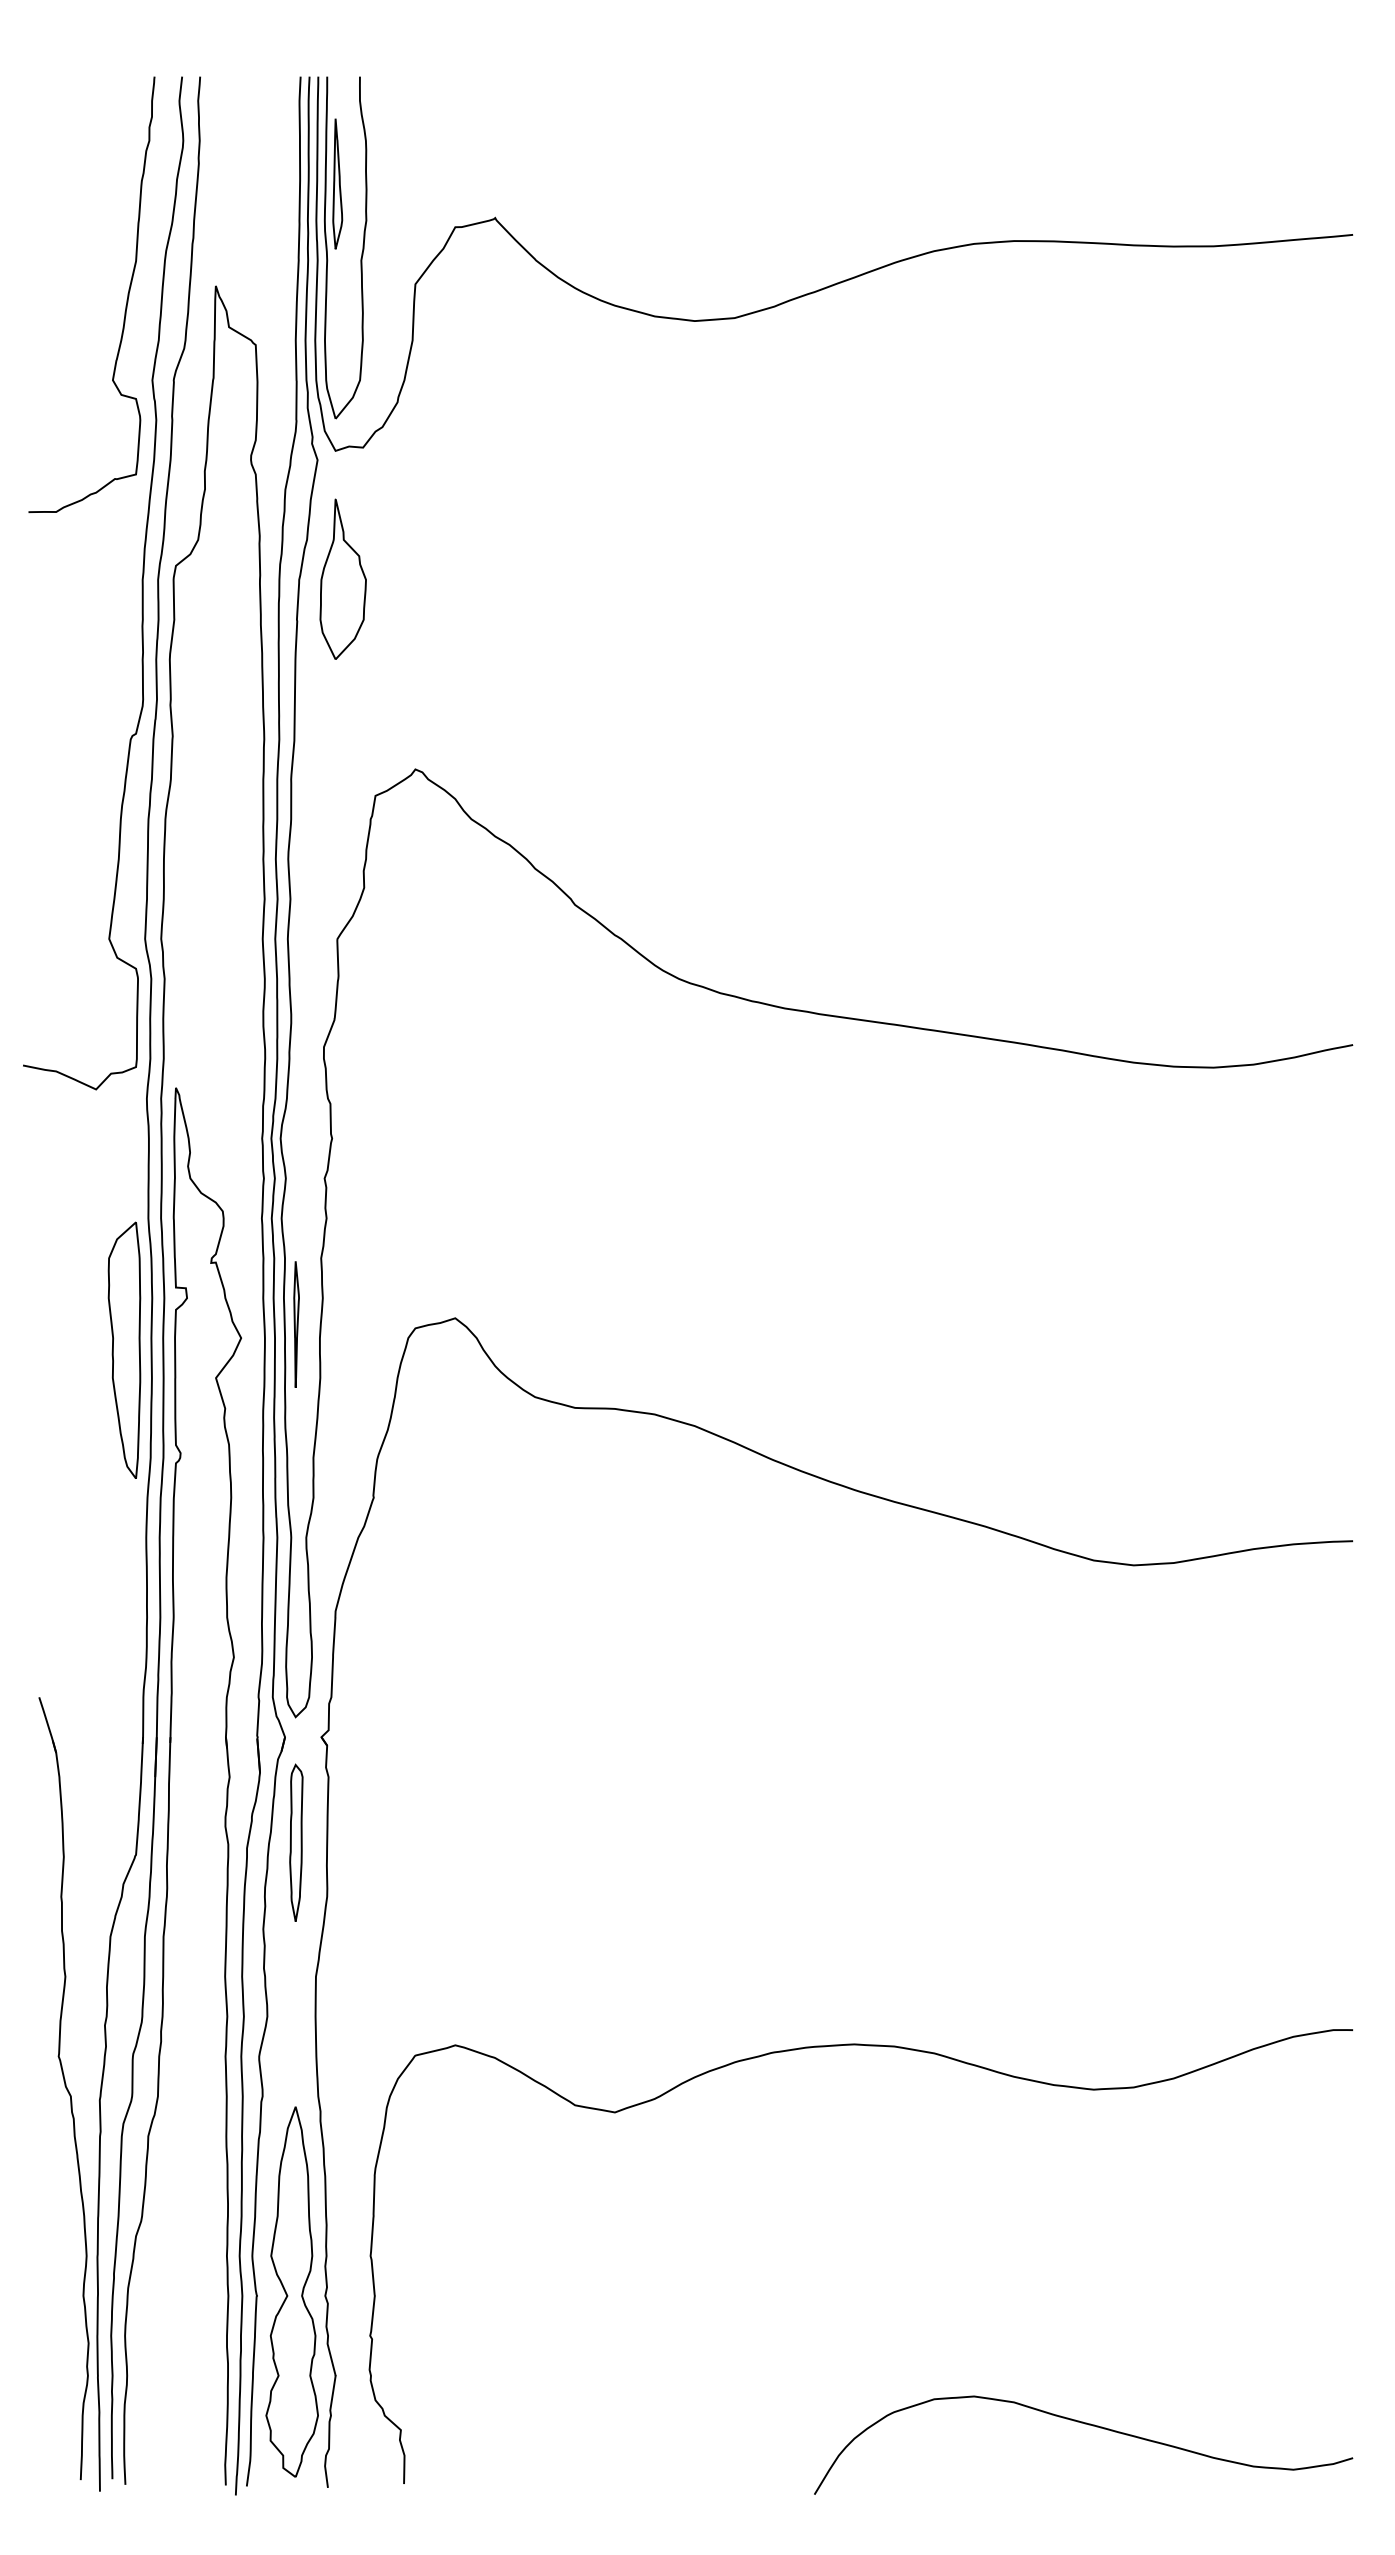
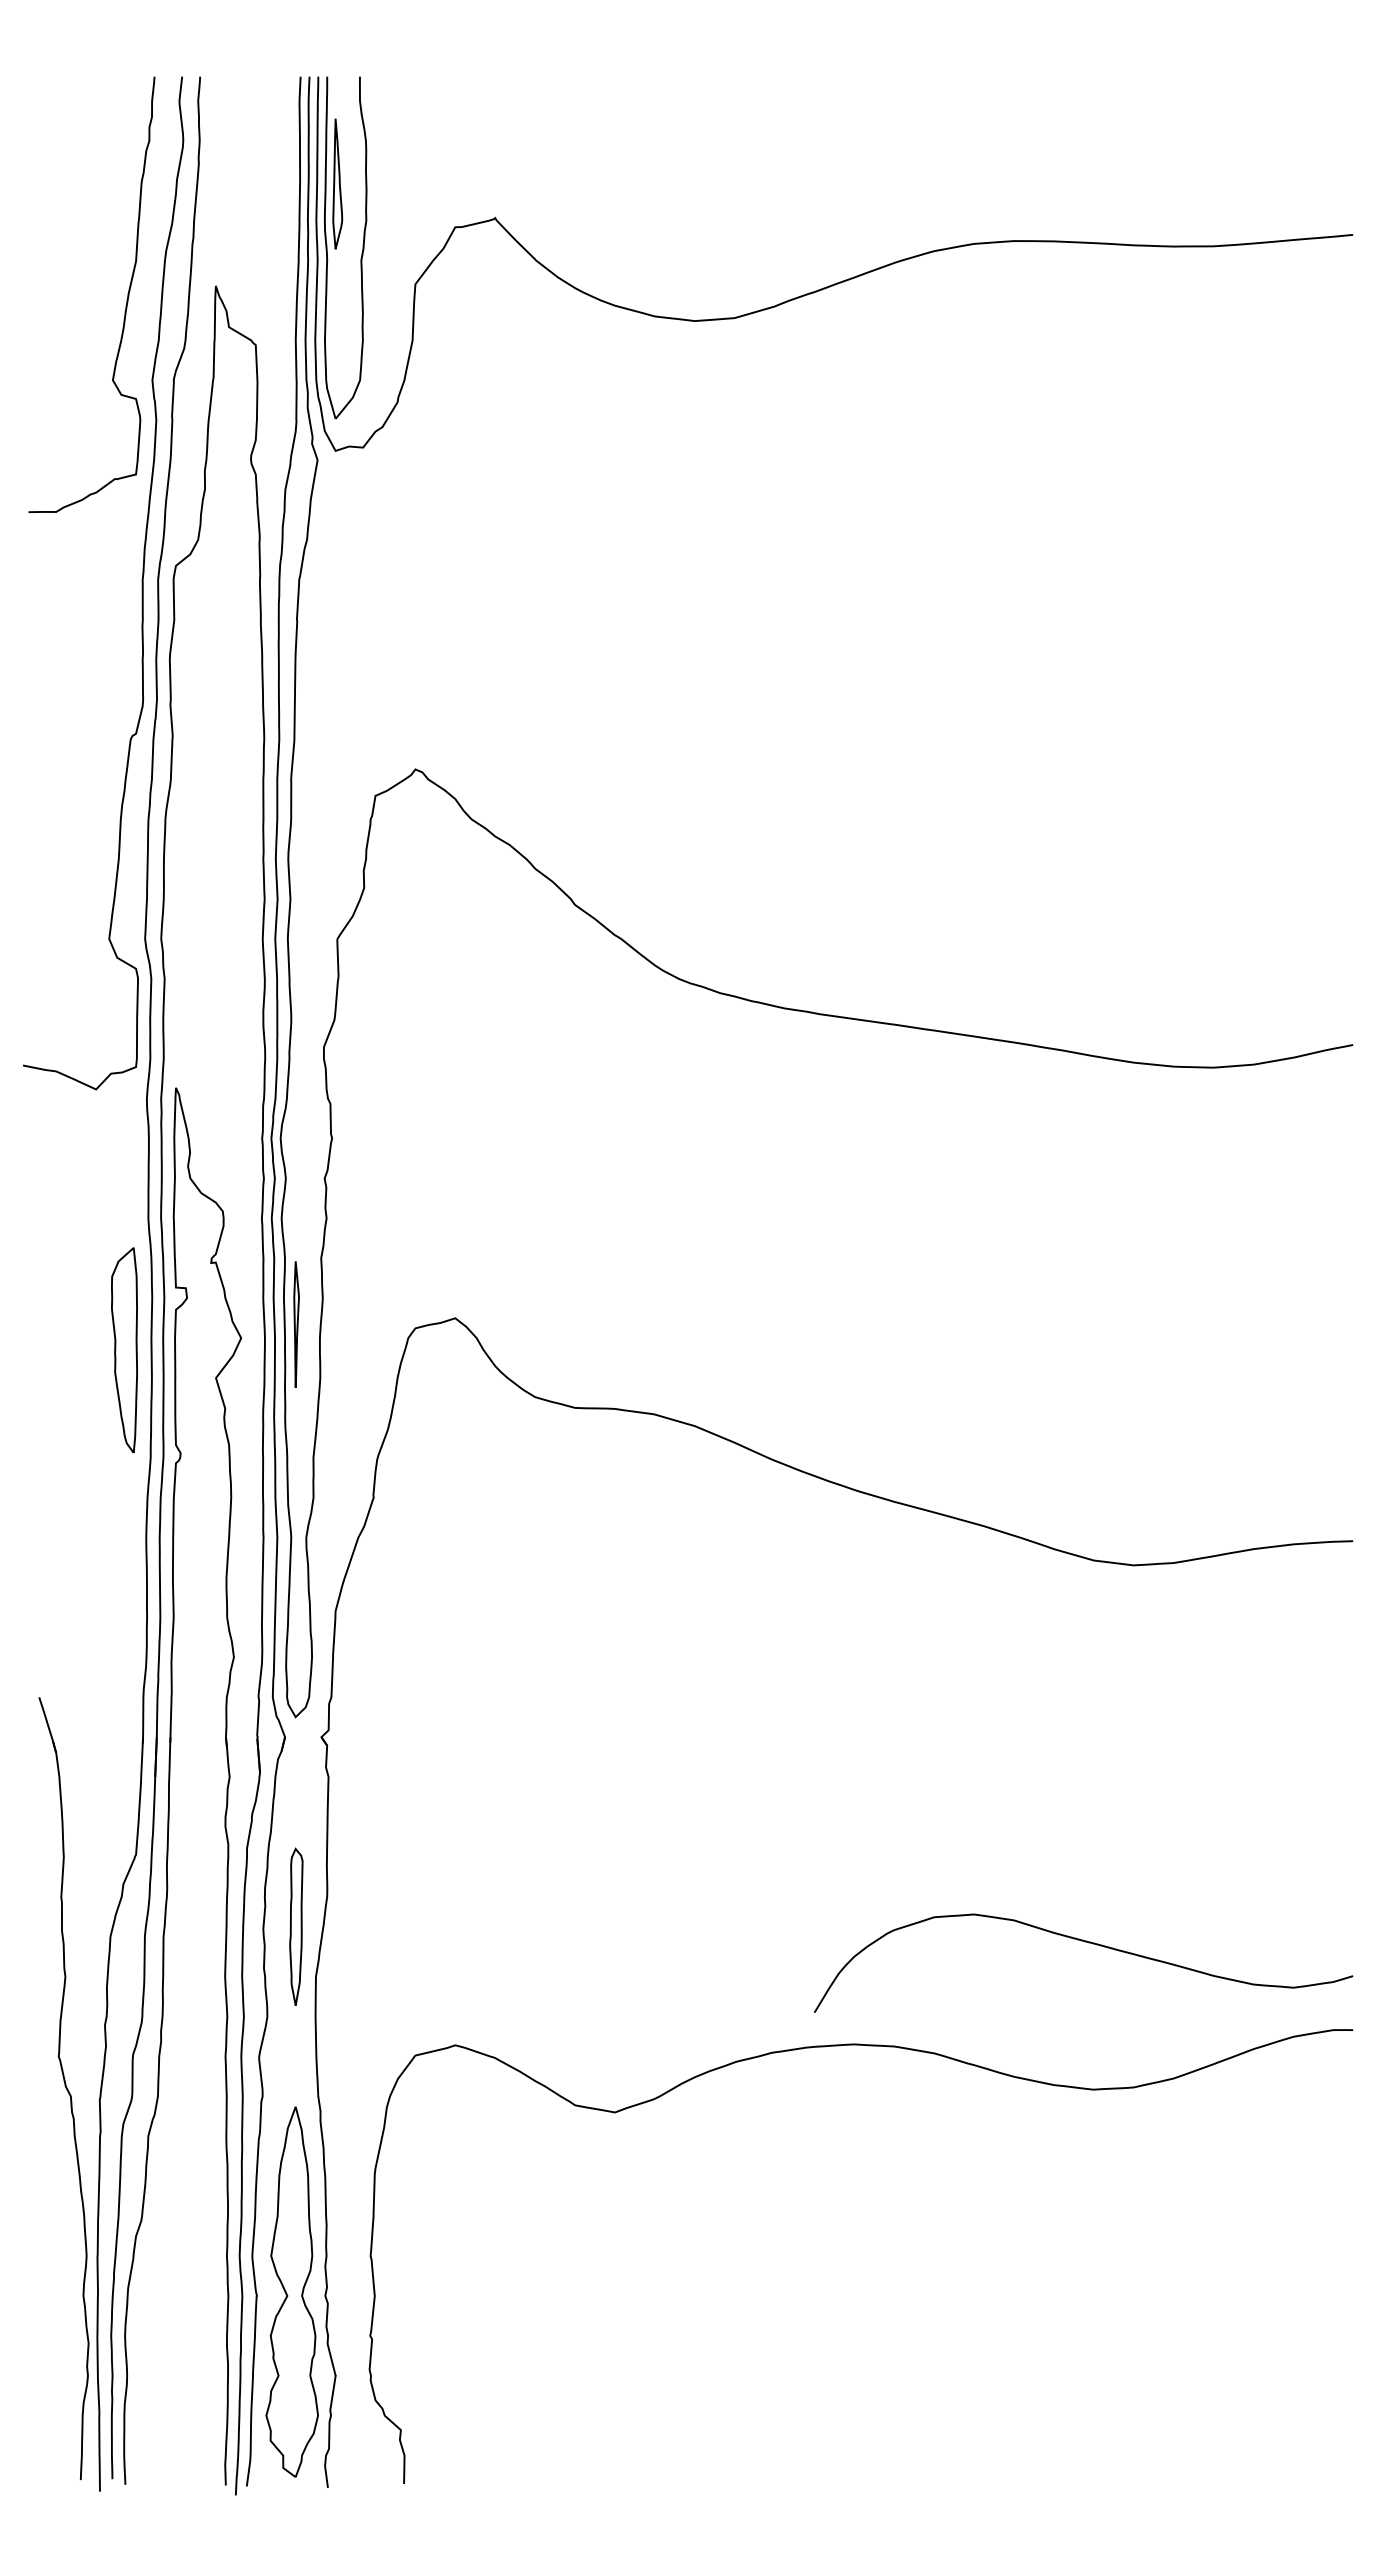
part at (342, 578): present -> none
part at (124, 1349) size: 35x258 px -> 27x207 px
part at (296, 1842) position: (296, 1842) -> (296, 1926)
curve at (1088, 2425) position: (1088, 2425) -> (1088, 1943)
